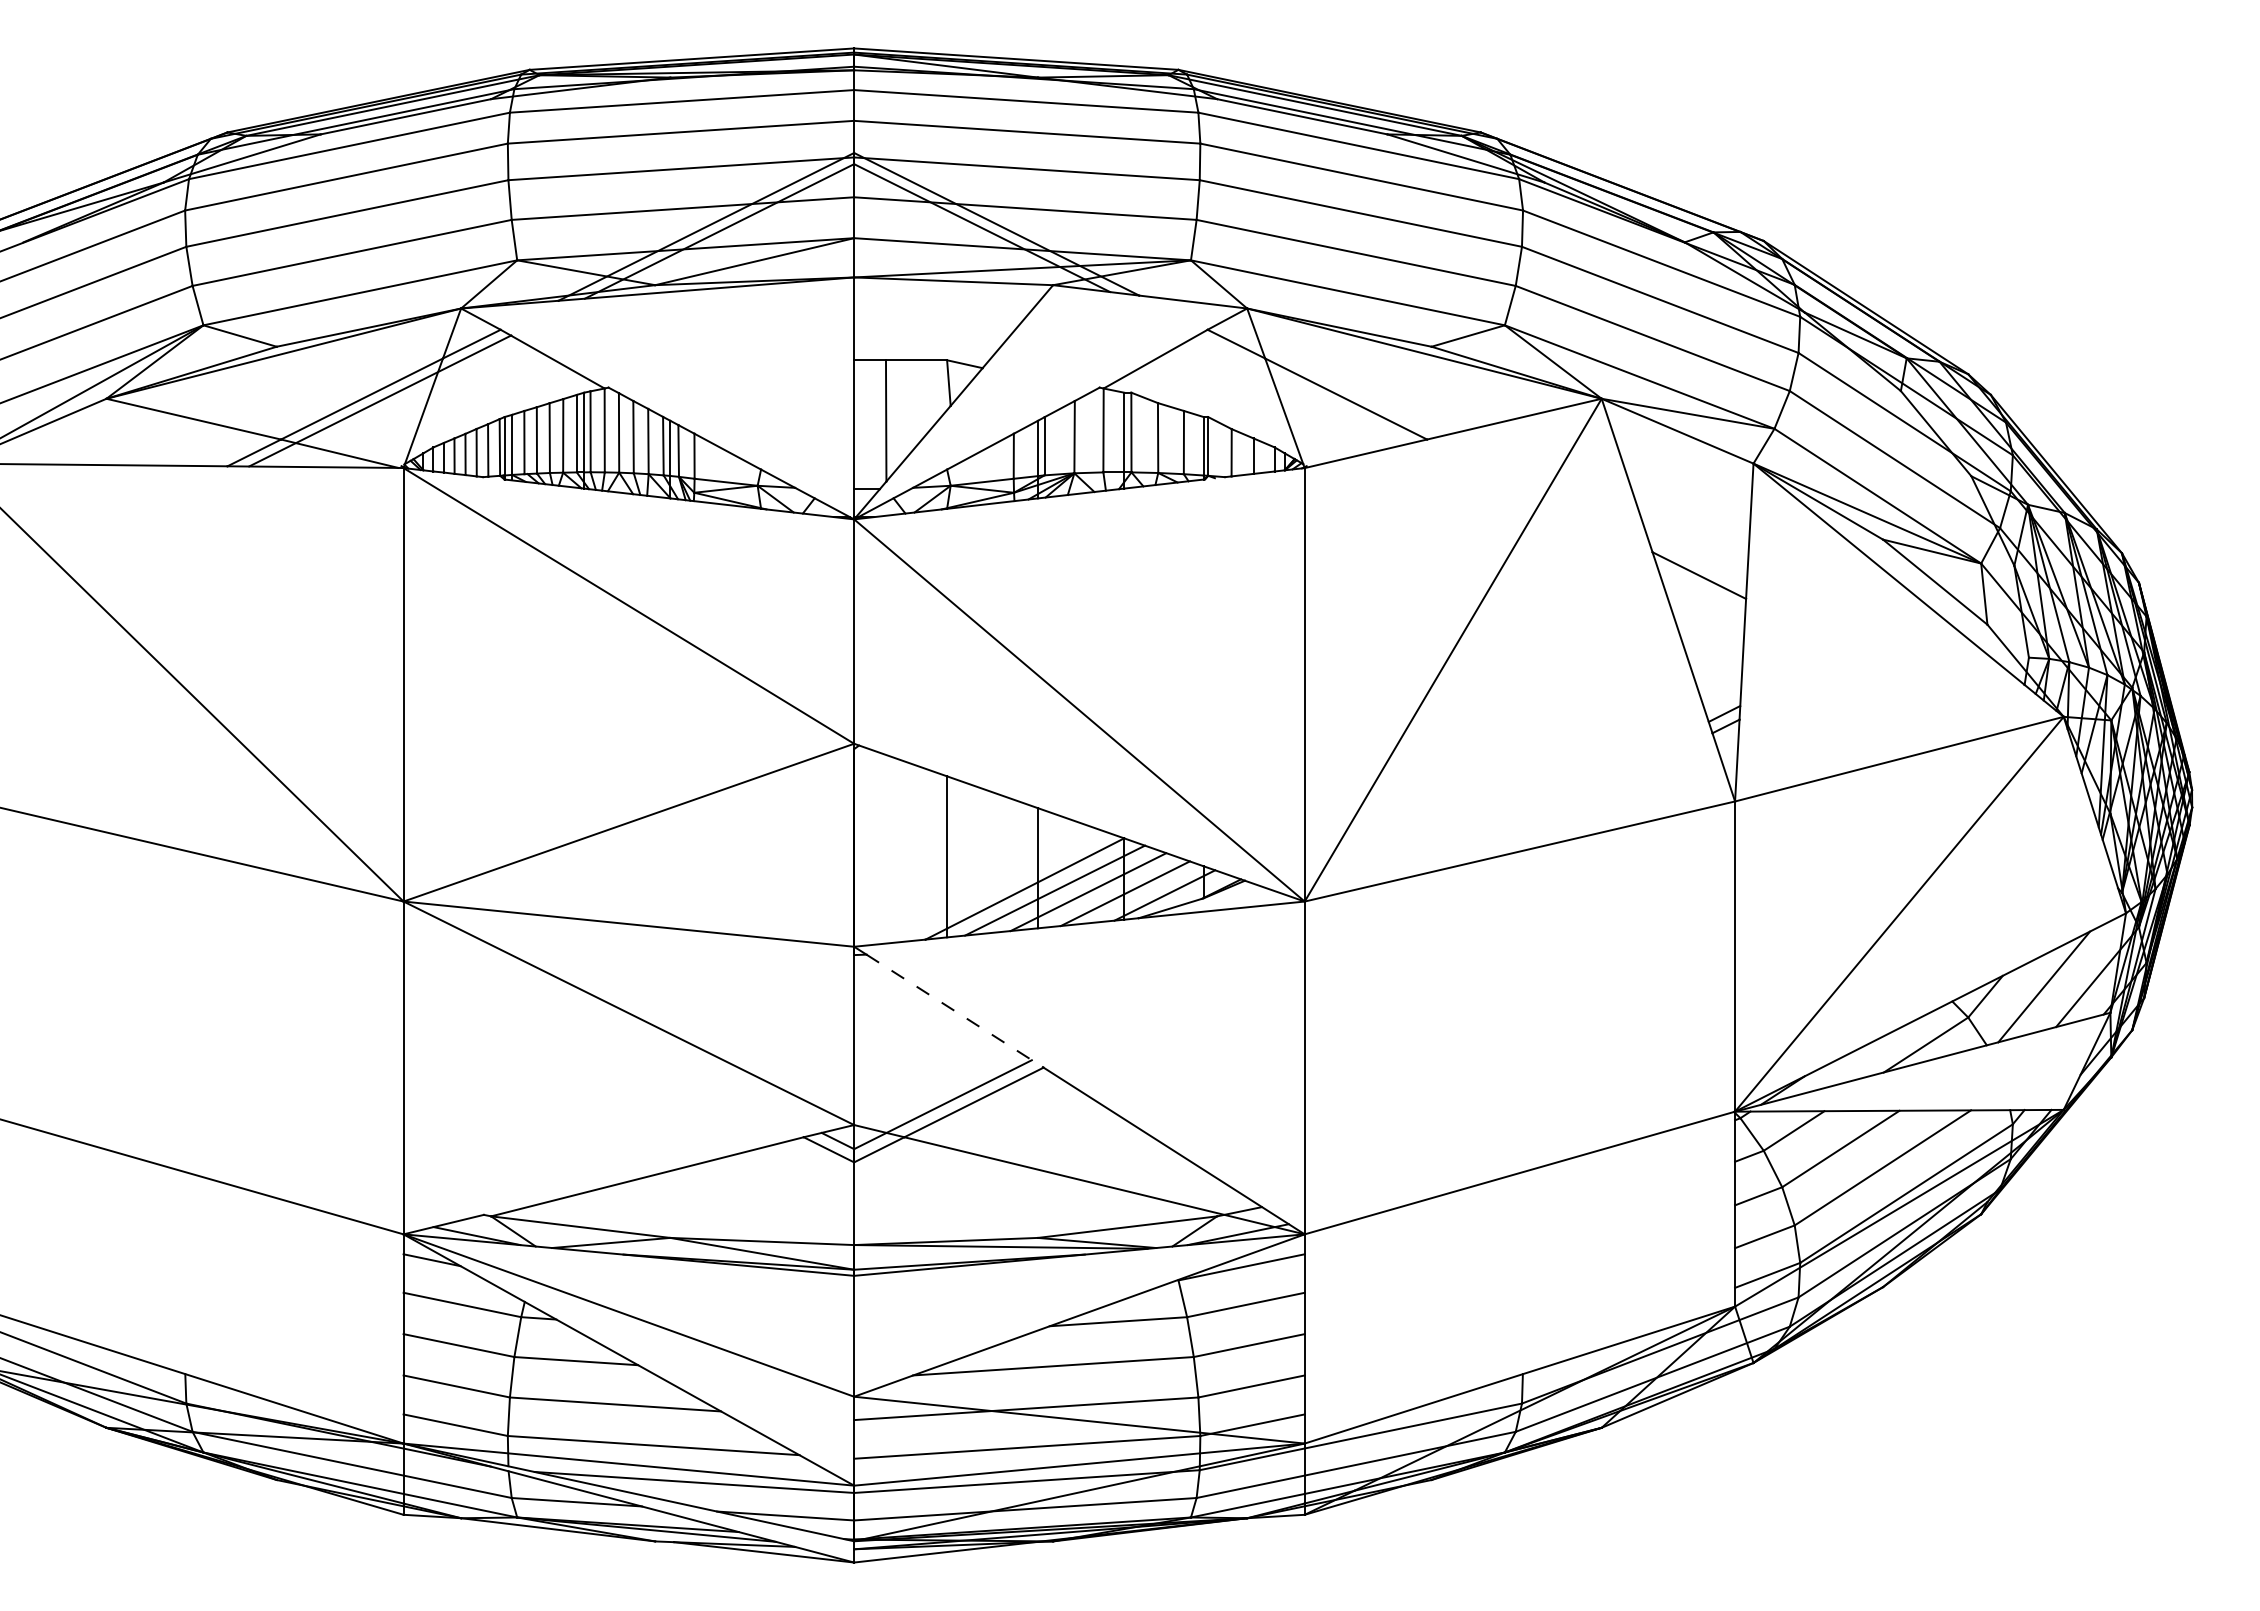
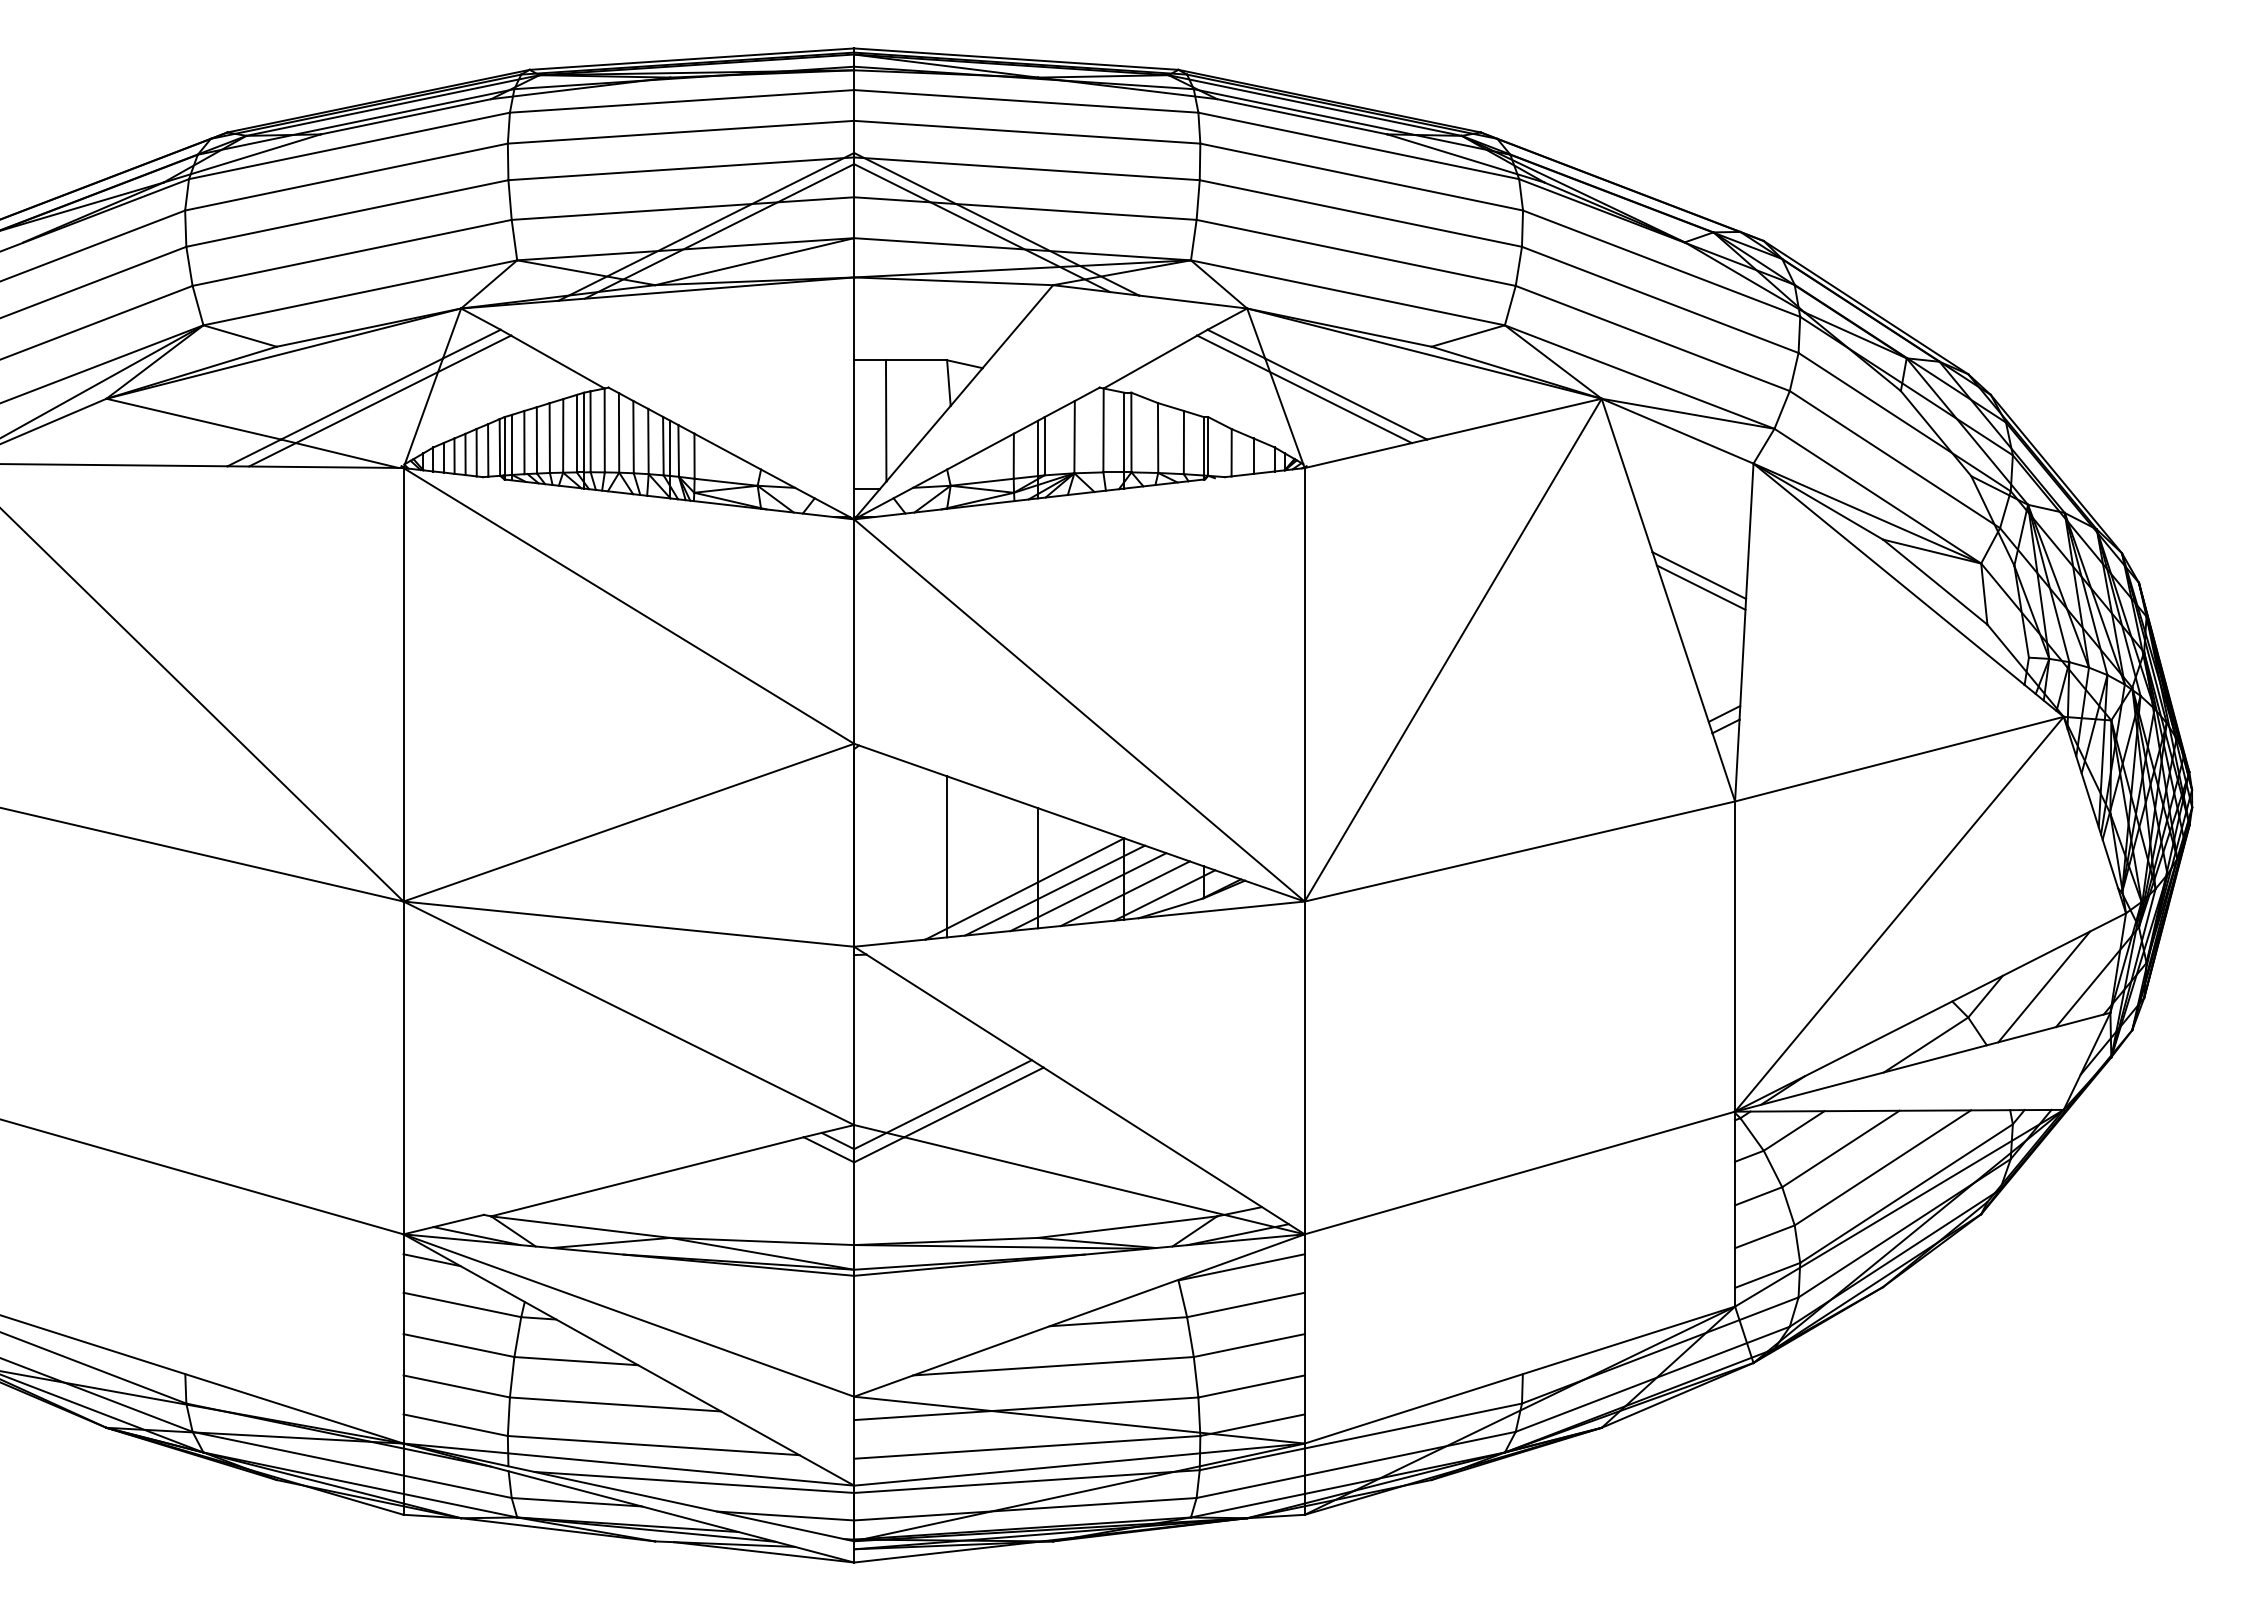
line at (1303, 389): none -> present
line at (1700, 587): none -> present
line at (955, 1011): dashed -> solid
